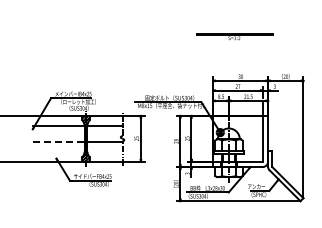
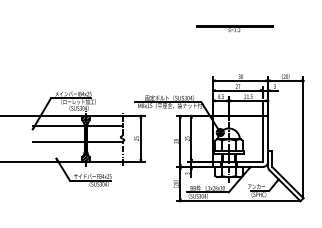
part at (234, 36) position: (234, 36) -> (234, 28)
line at (58, 142): dashed -> solid
